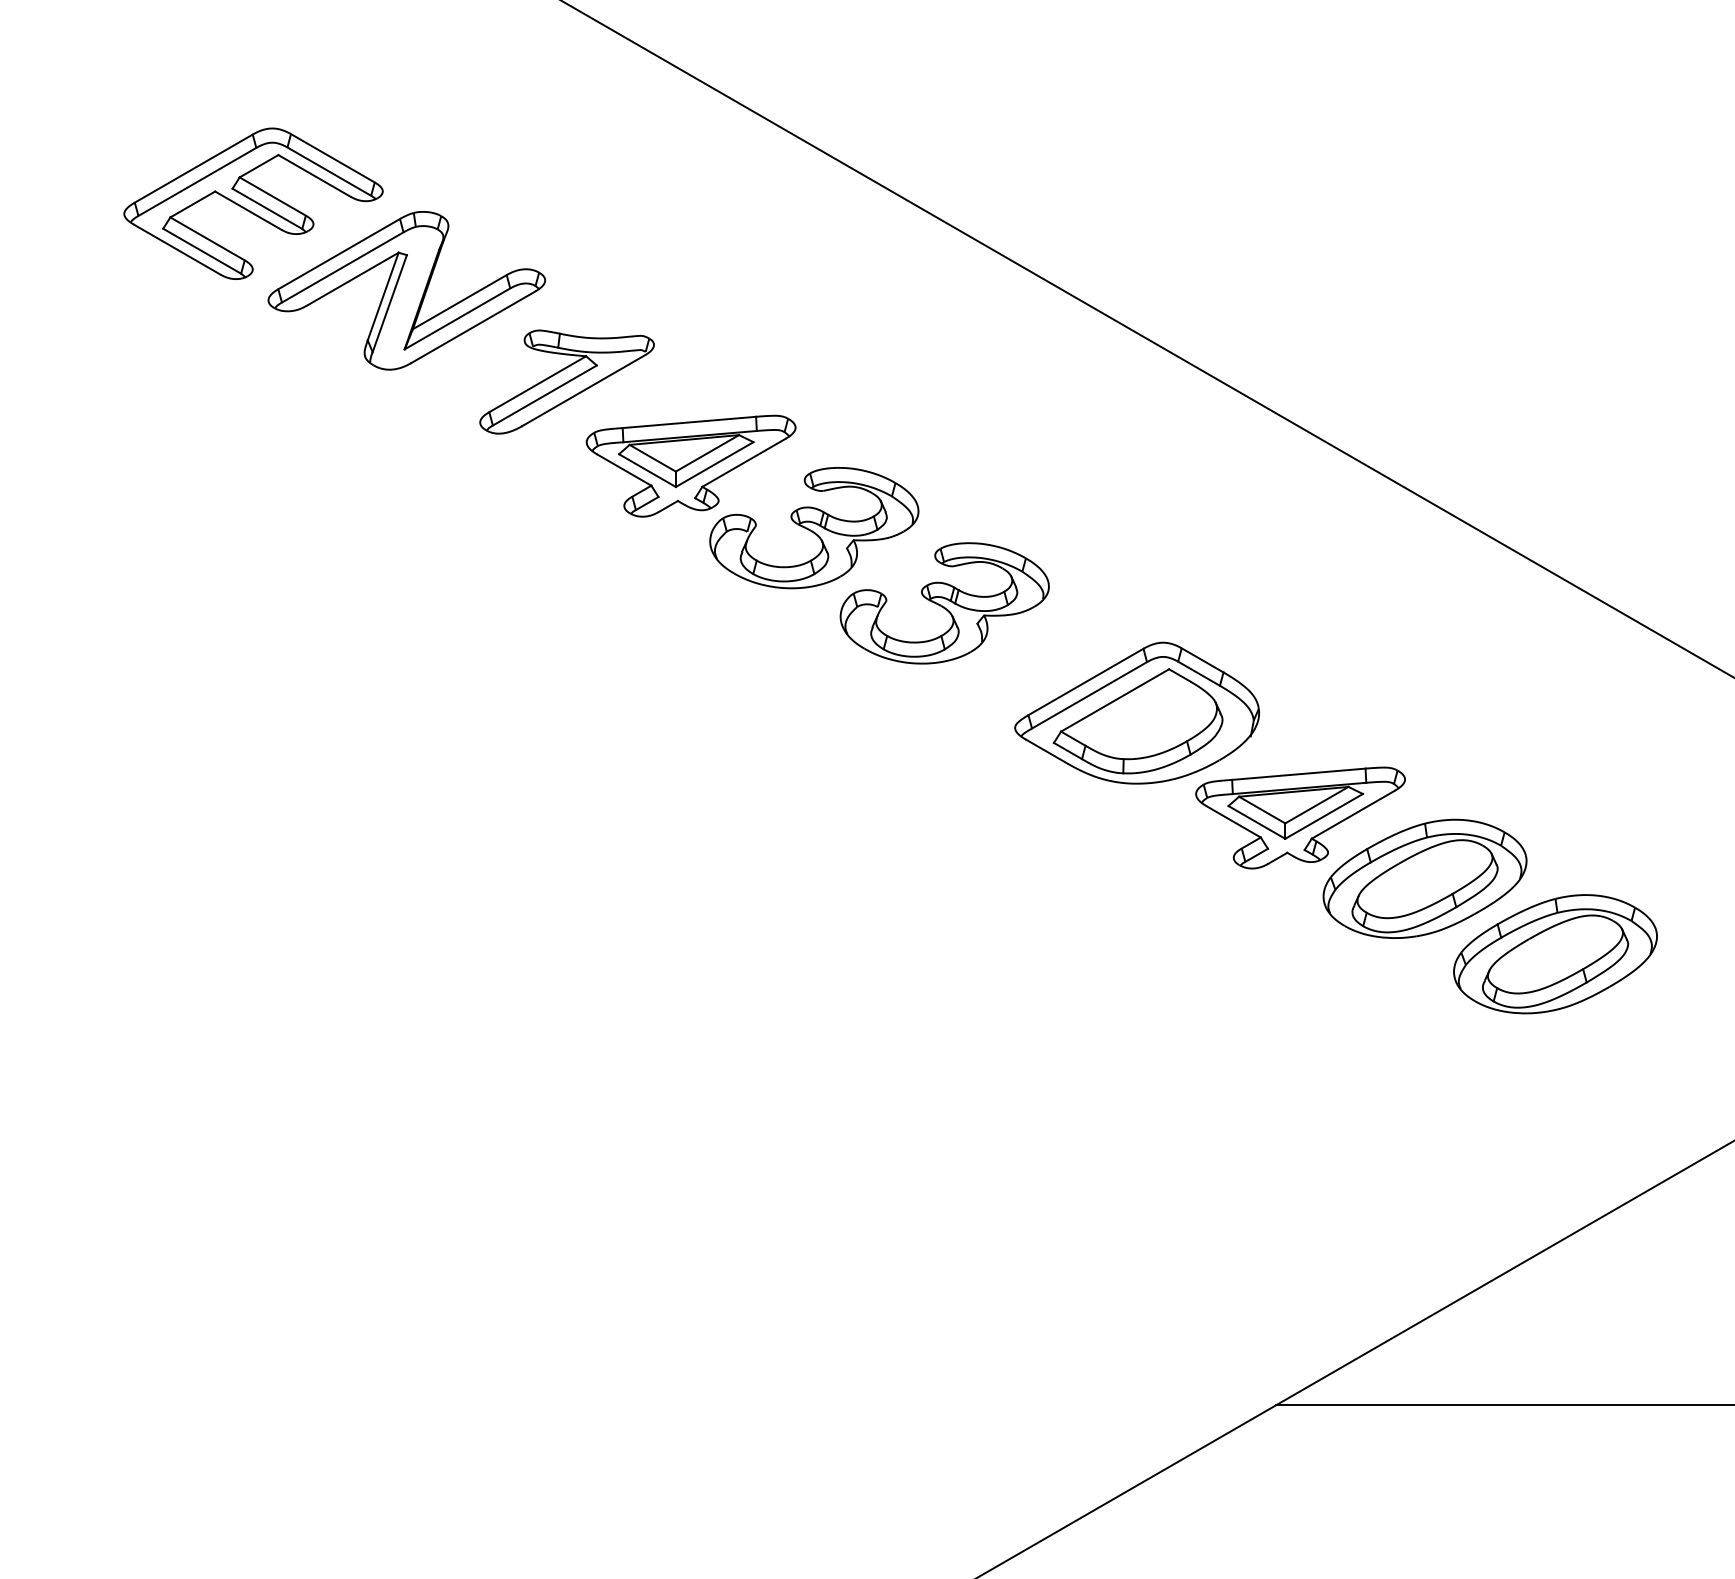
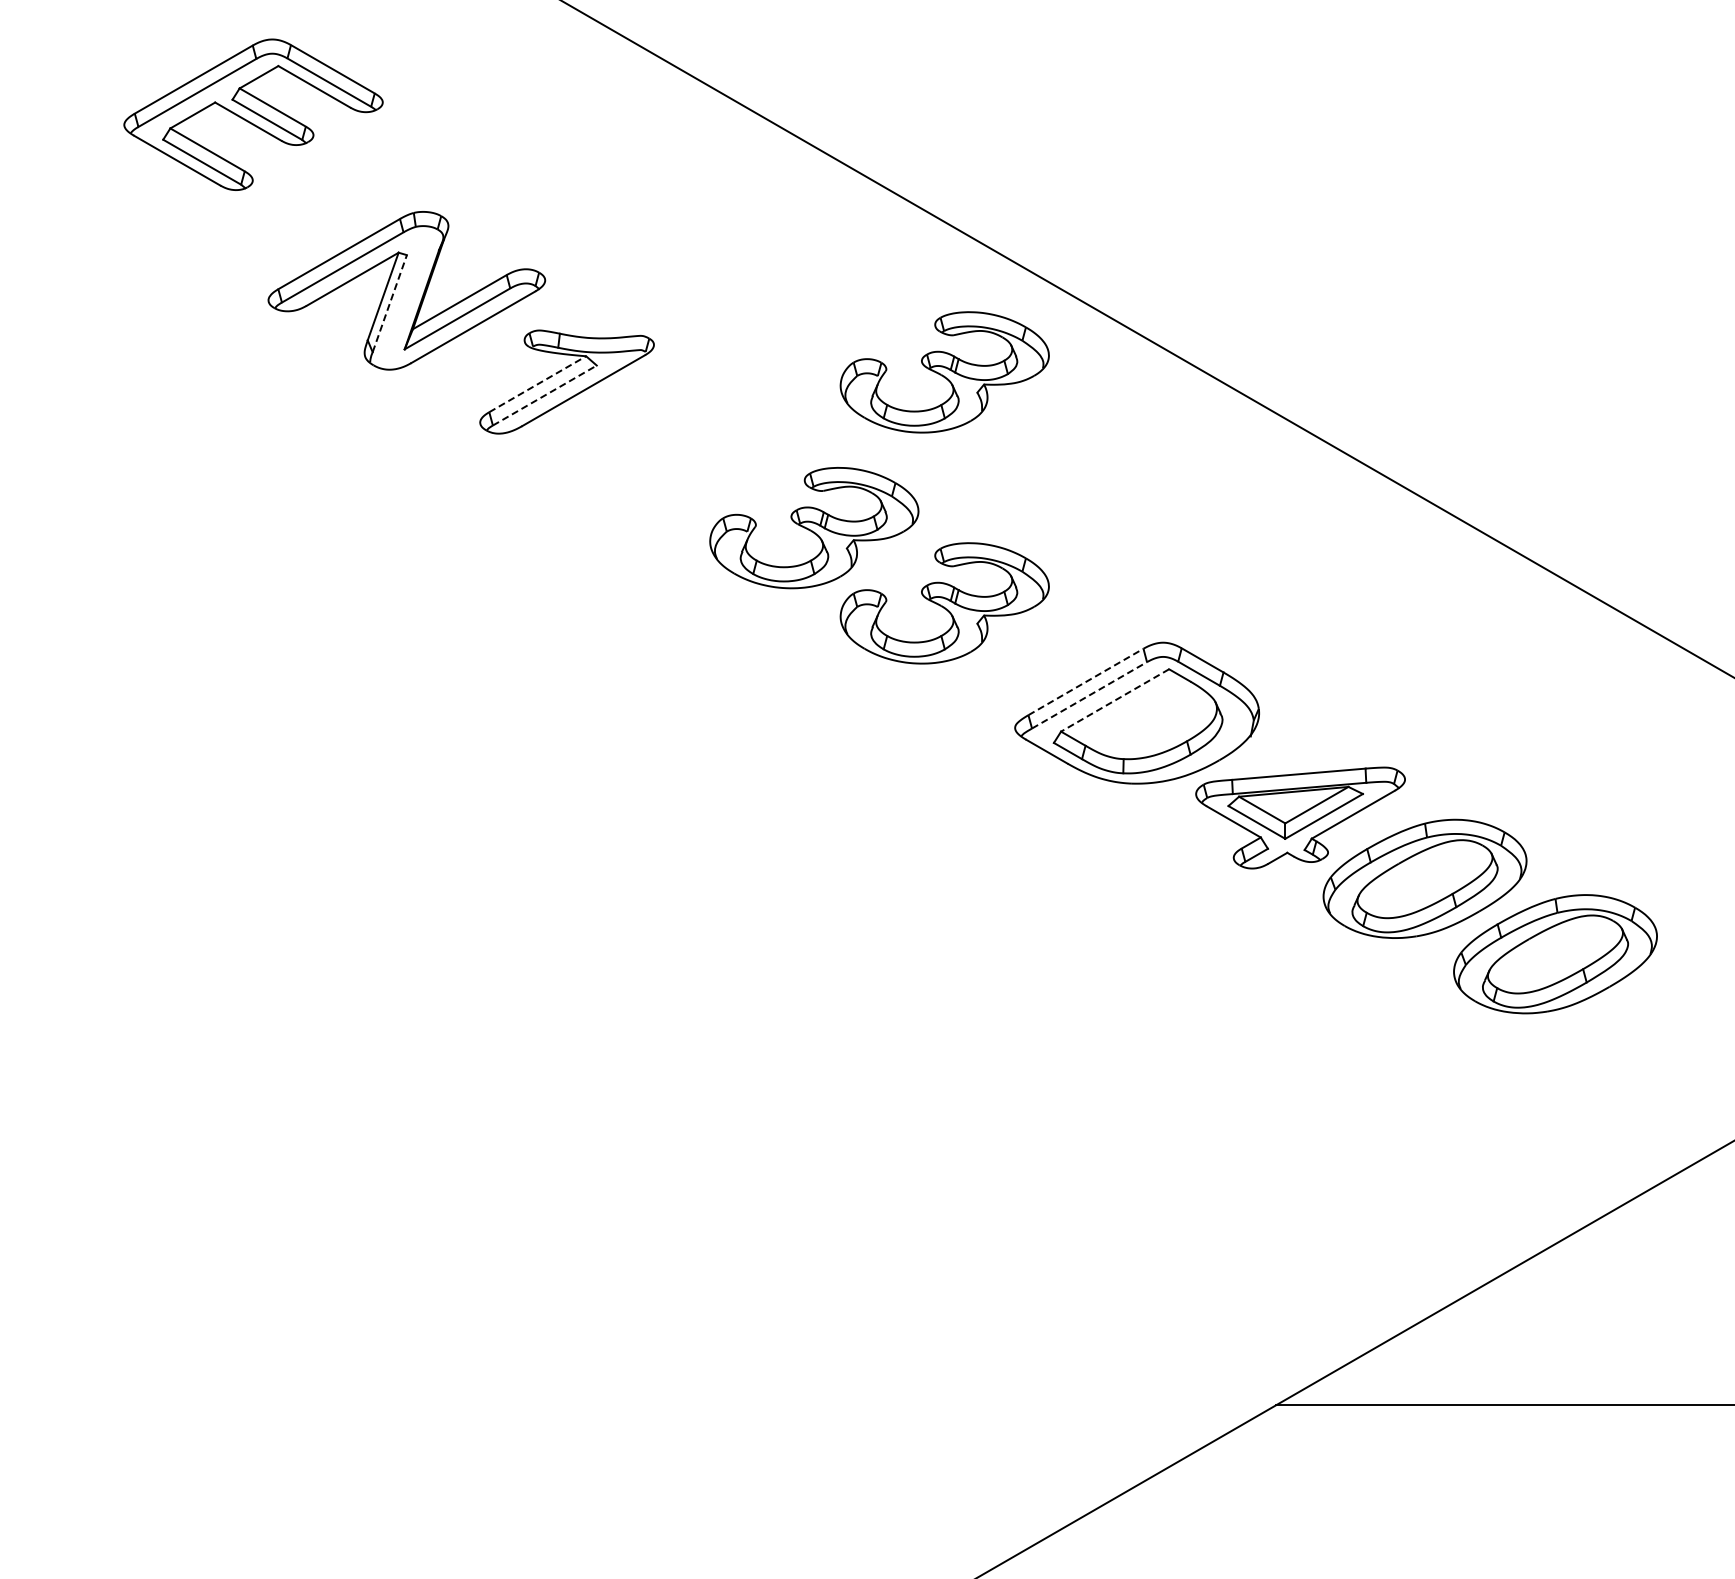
part at (253, 203) position: (253, 203) -> (253, 114)
line at (389, 303): solid -> dashed
part at (944, 372): none -> present
line at (537, 384): solid -> dashed
line at (544, 395): solid -> dashed
part at (690, 465): present -> none
line at (1086, 681): solid -> dashed
line at (1089, 695): solid -> dashed
line at (1114, 700): solid -> dashed
